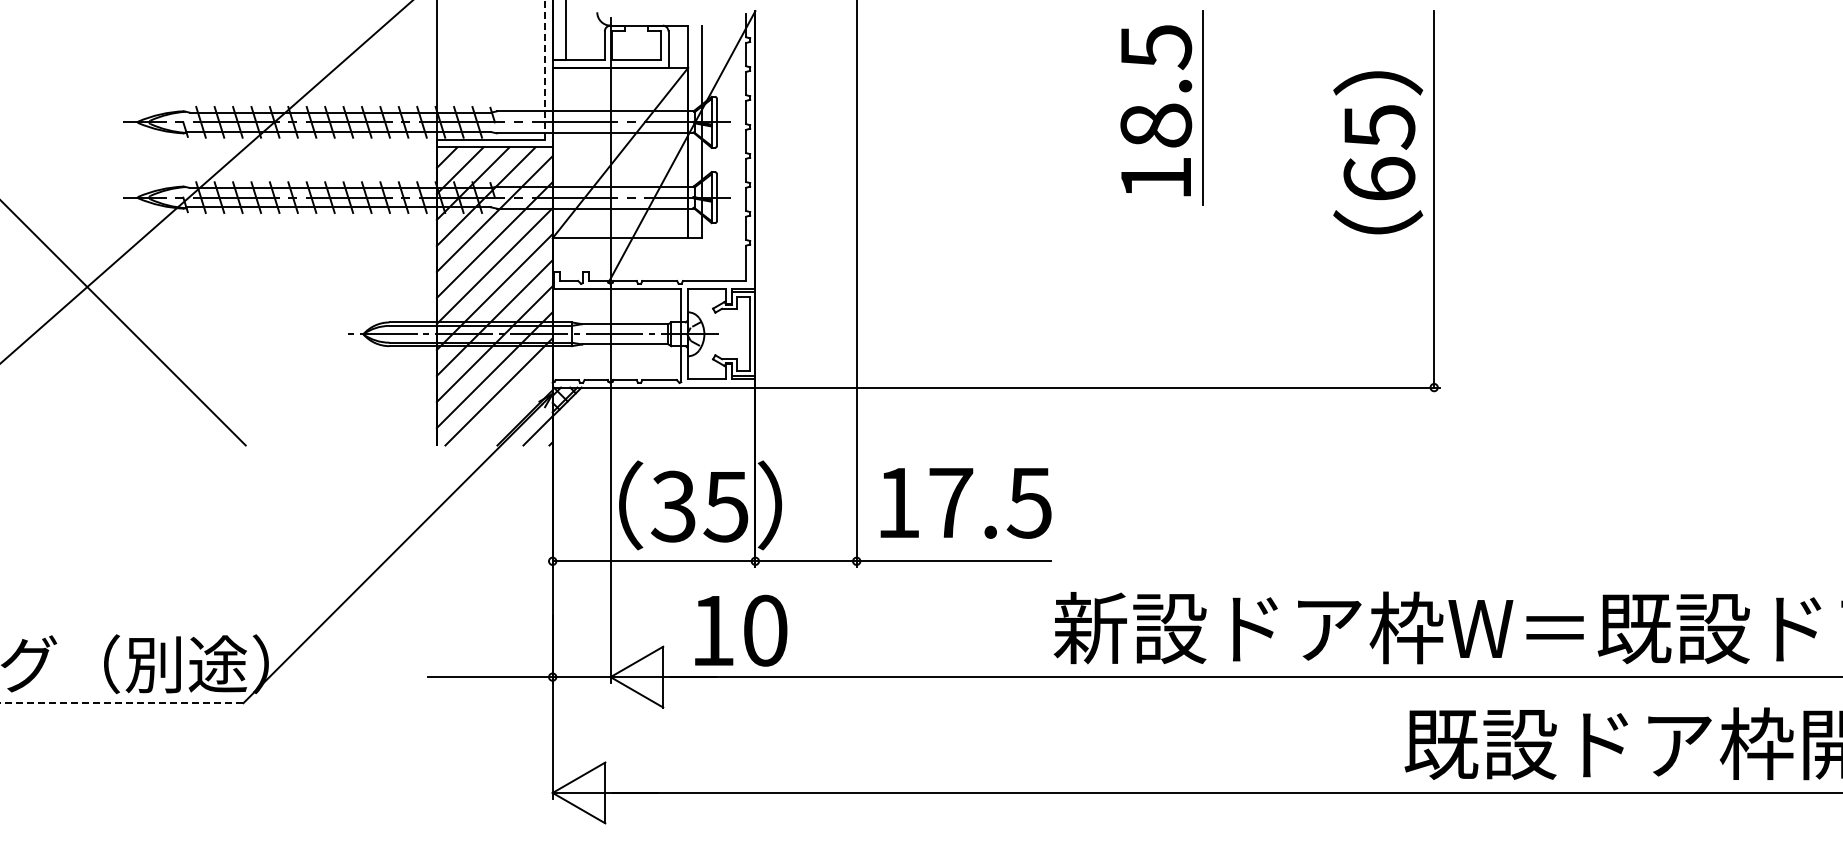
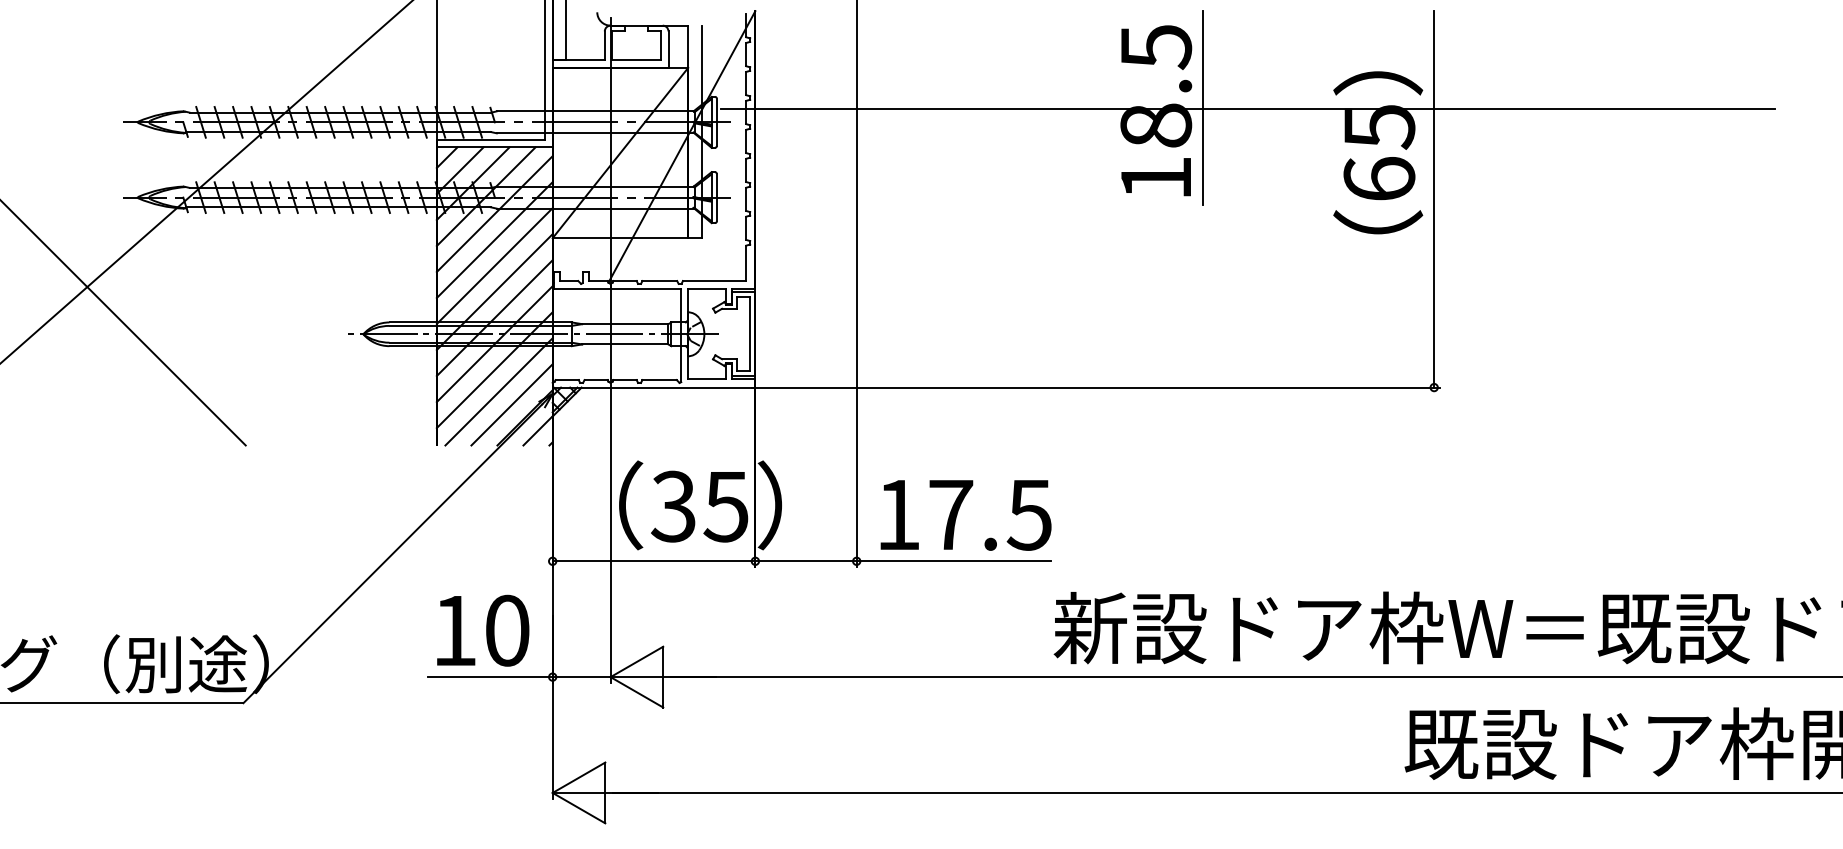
line at (544, 70): dashed -> solid
line at (1247, 108): none -> present
line at (511, 404): none -> present
text at (965, 503) position: (965, 503) -> (965, 515)
text at (741, 630) position: (741, 630) -> (483, 630)
line at (121, 703): dashed -> solid
